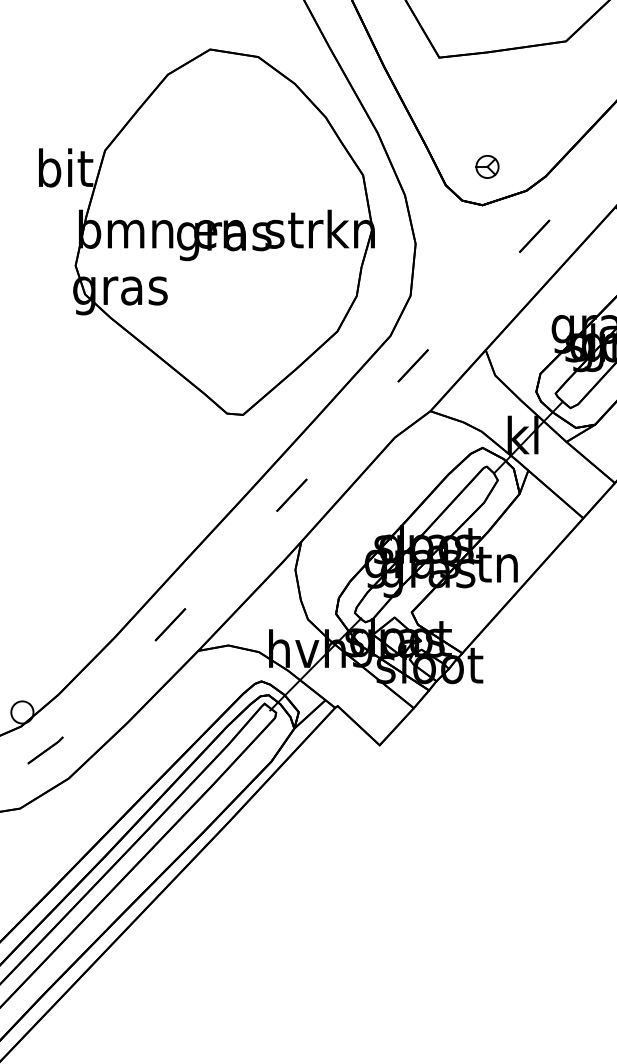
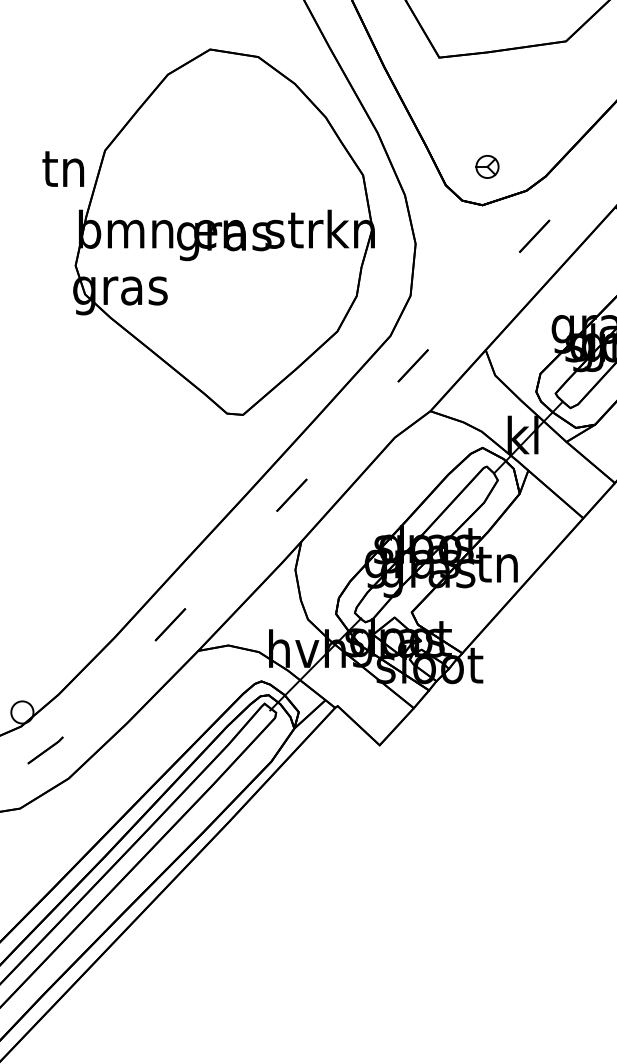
text at (66, 167): bit -> tn
